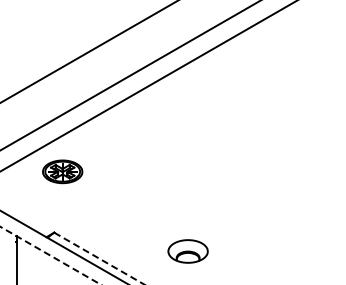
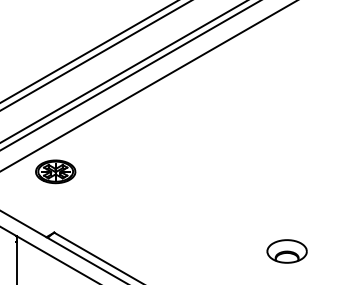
line at (95, 55): none -> present
line at (123, 71): none -> present
part at (62, 171) position: (62, 171) -> (55, 171)
part at (187, 251) position: (187, 251) -> (286, 251)
line at (50, 255): dashed -> solid
line at (99, 258): dashed -> solid
